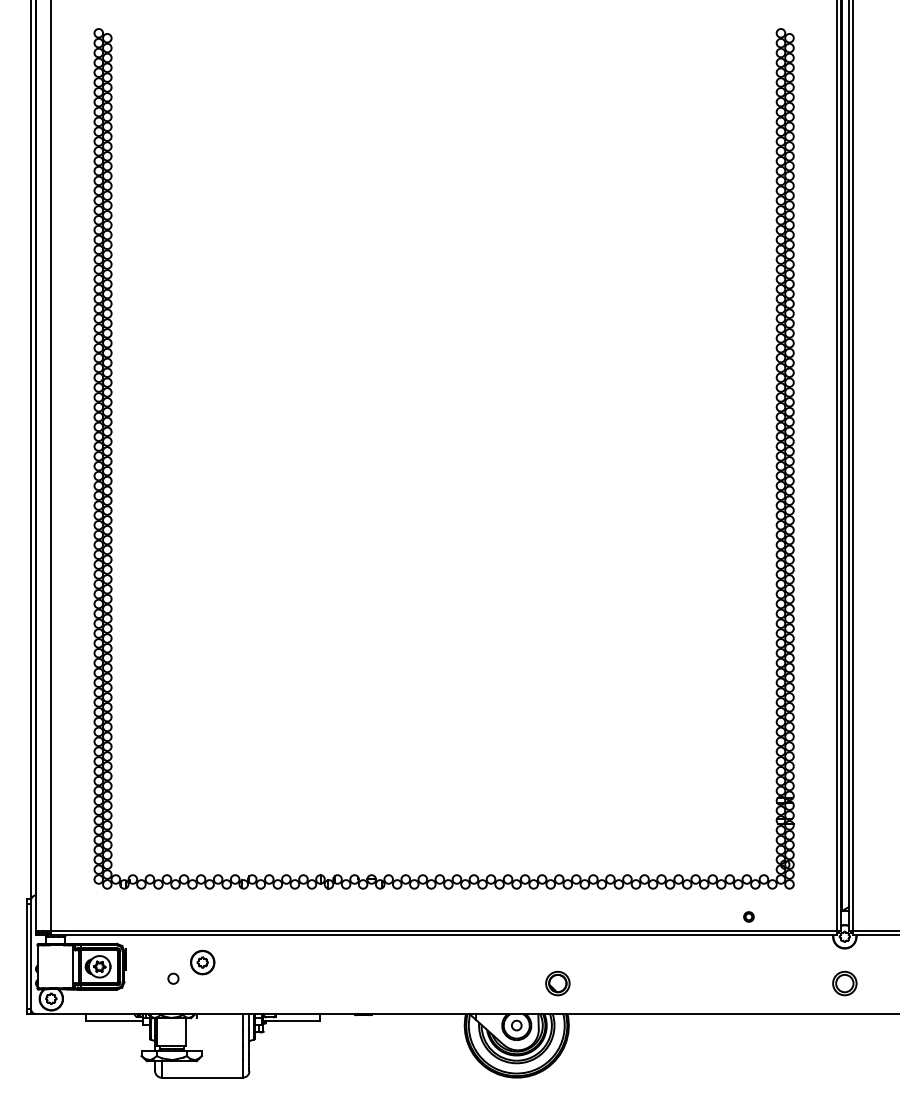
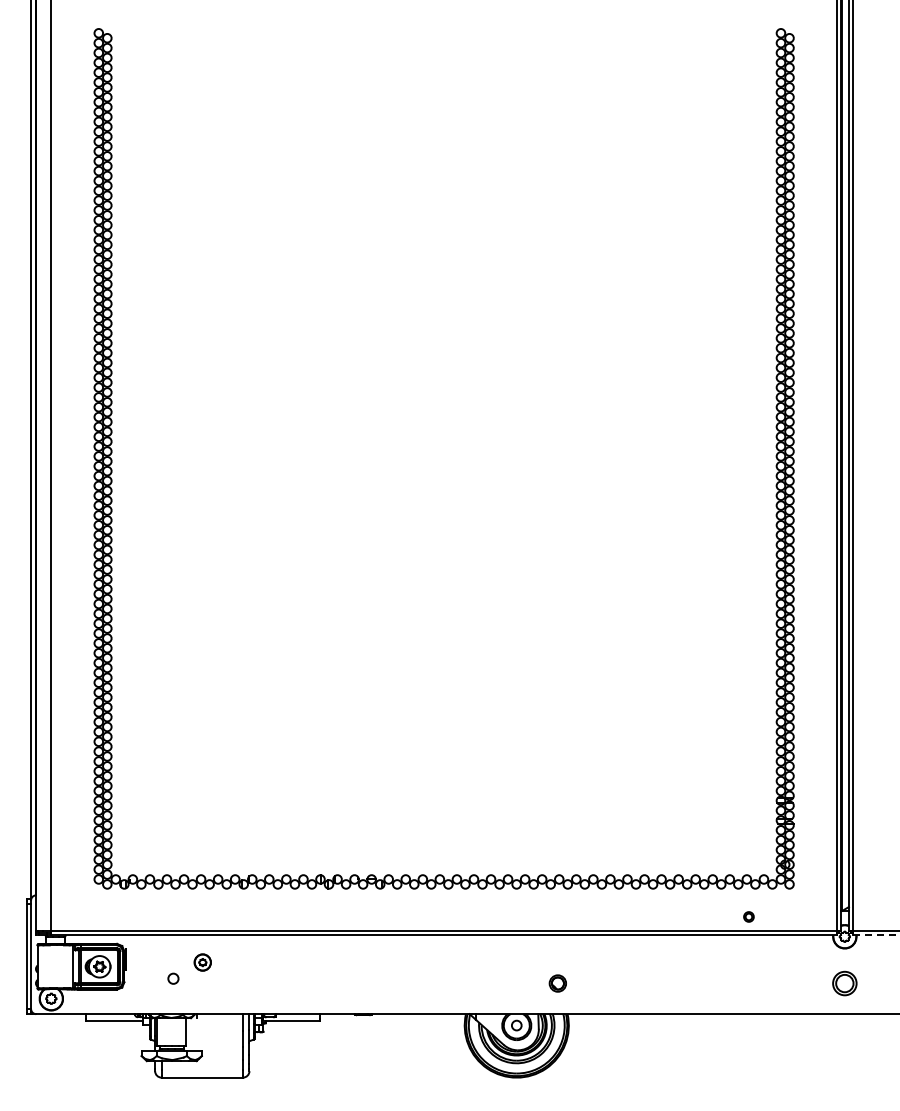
line at (876, 935): solid -> dashed
part at (202, 962) size: 26x27 px -> 19x19 px
part at (557, 983) size: 26x27 px -> 19x19 px
